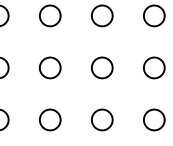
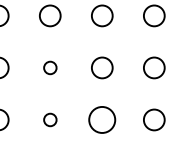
circle at (50, 67) size: 23x24 px -> 15x16 px
circle at (50, 119) size: 23x24 px -> 15x16 px
circle at (102, 119) size: 23x24 px -> 29x28 px
